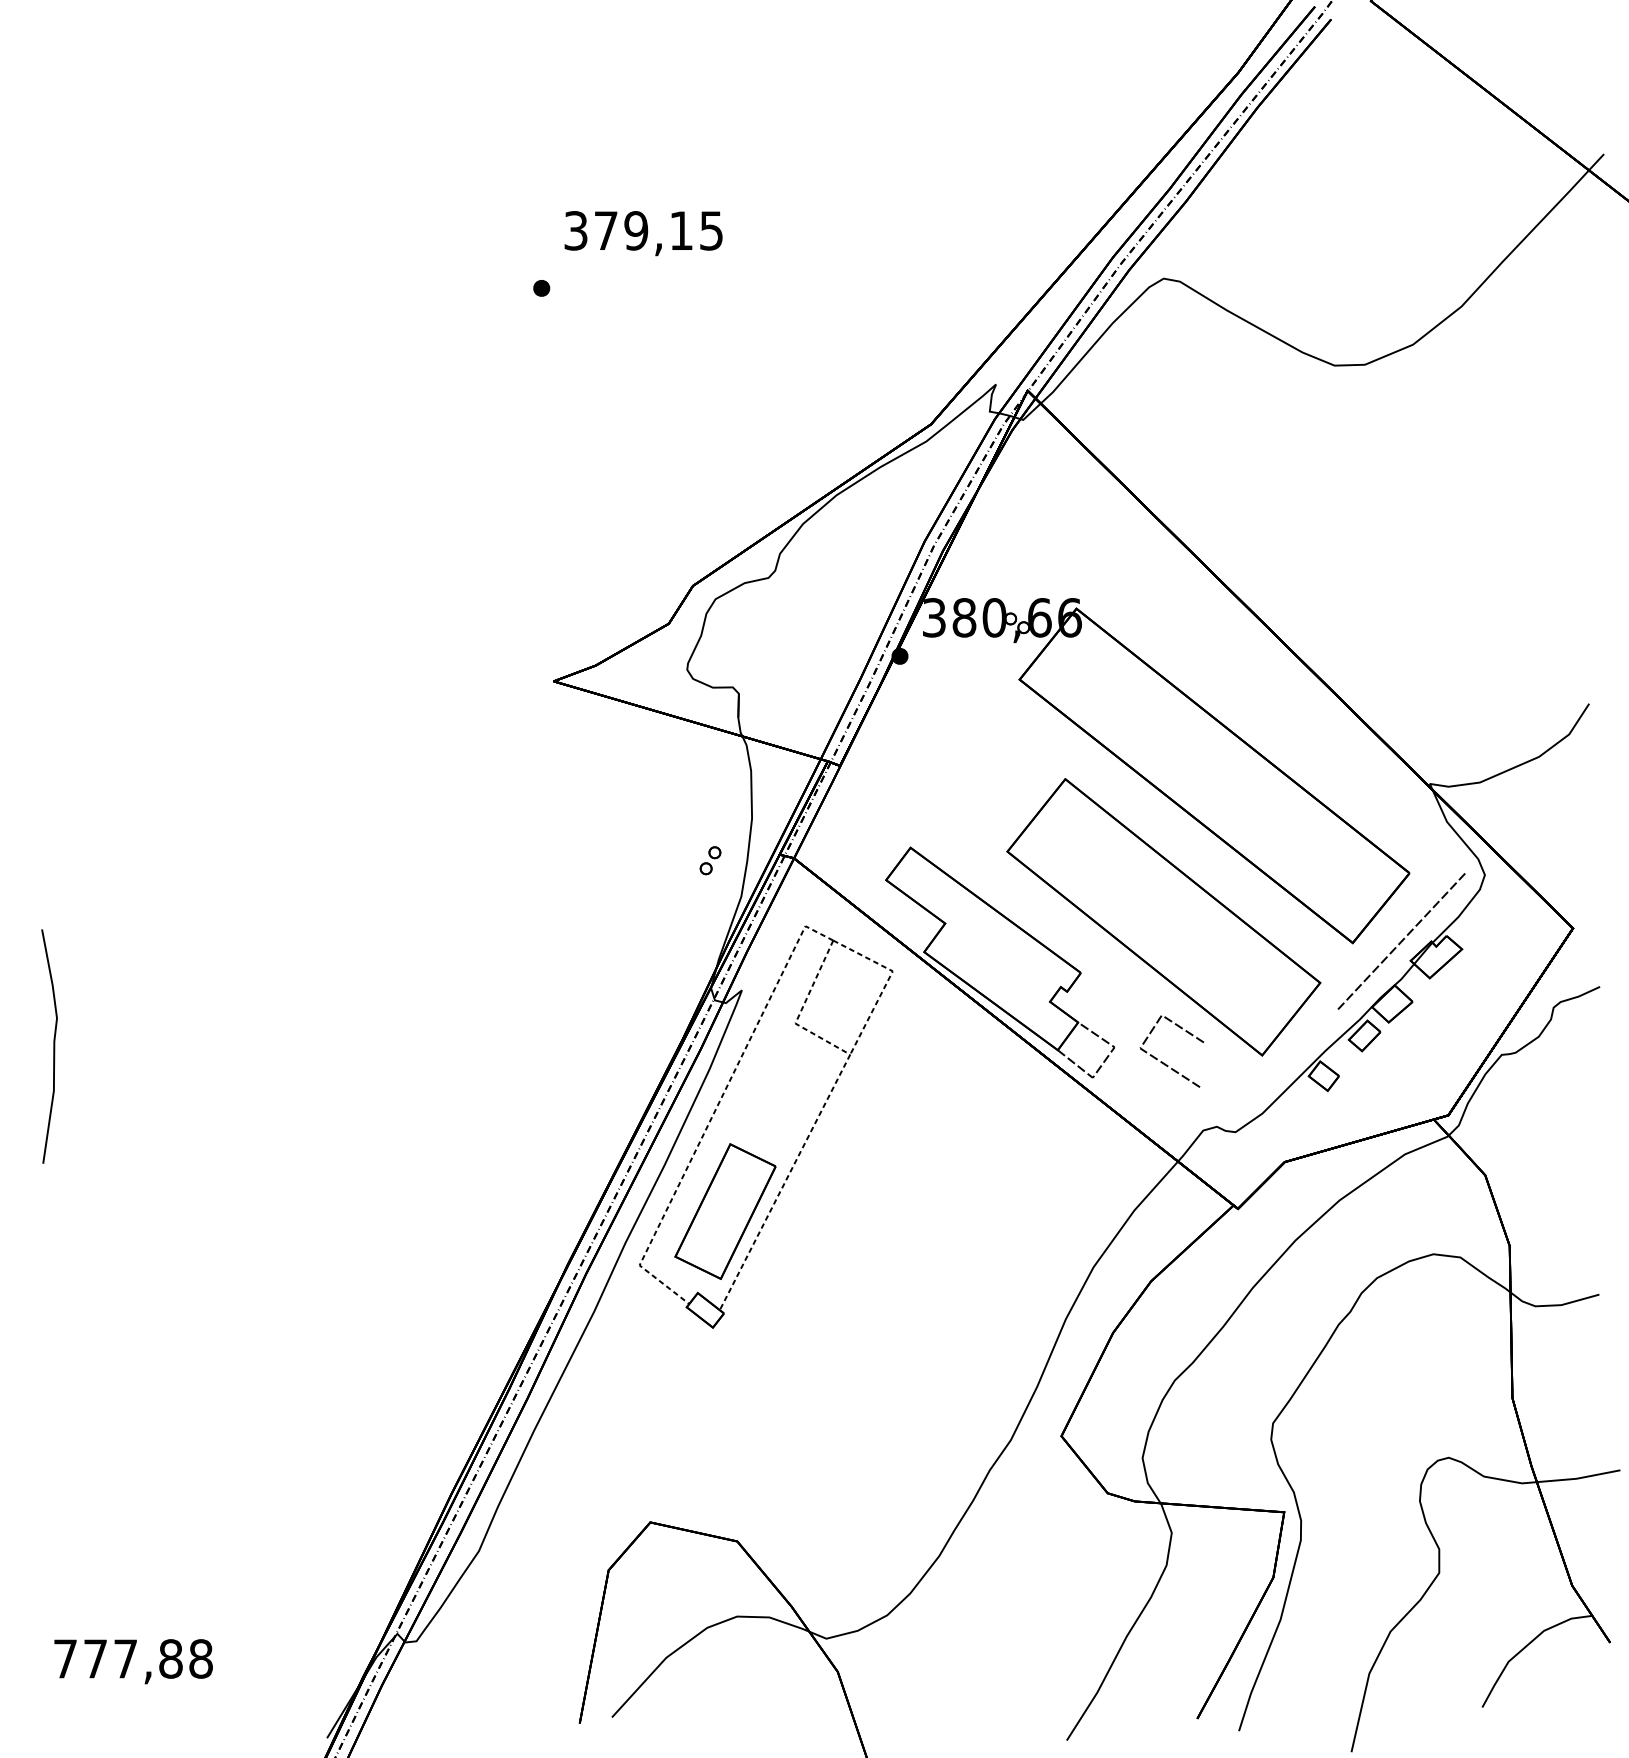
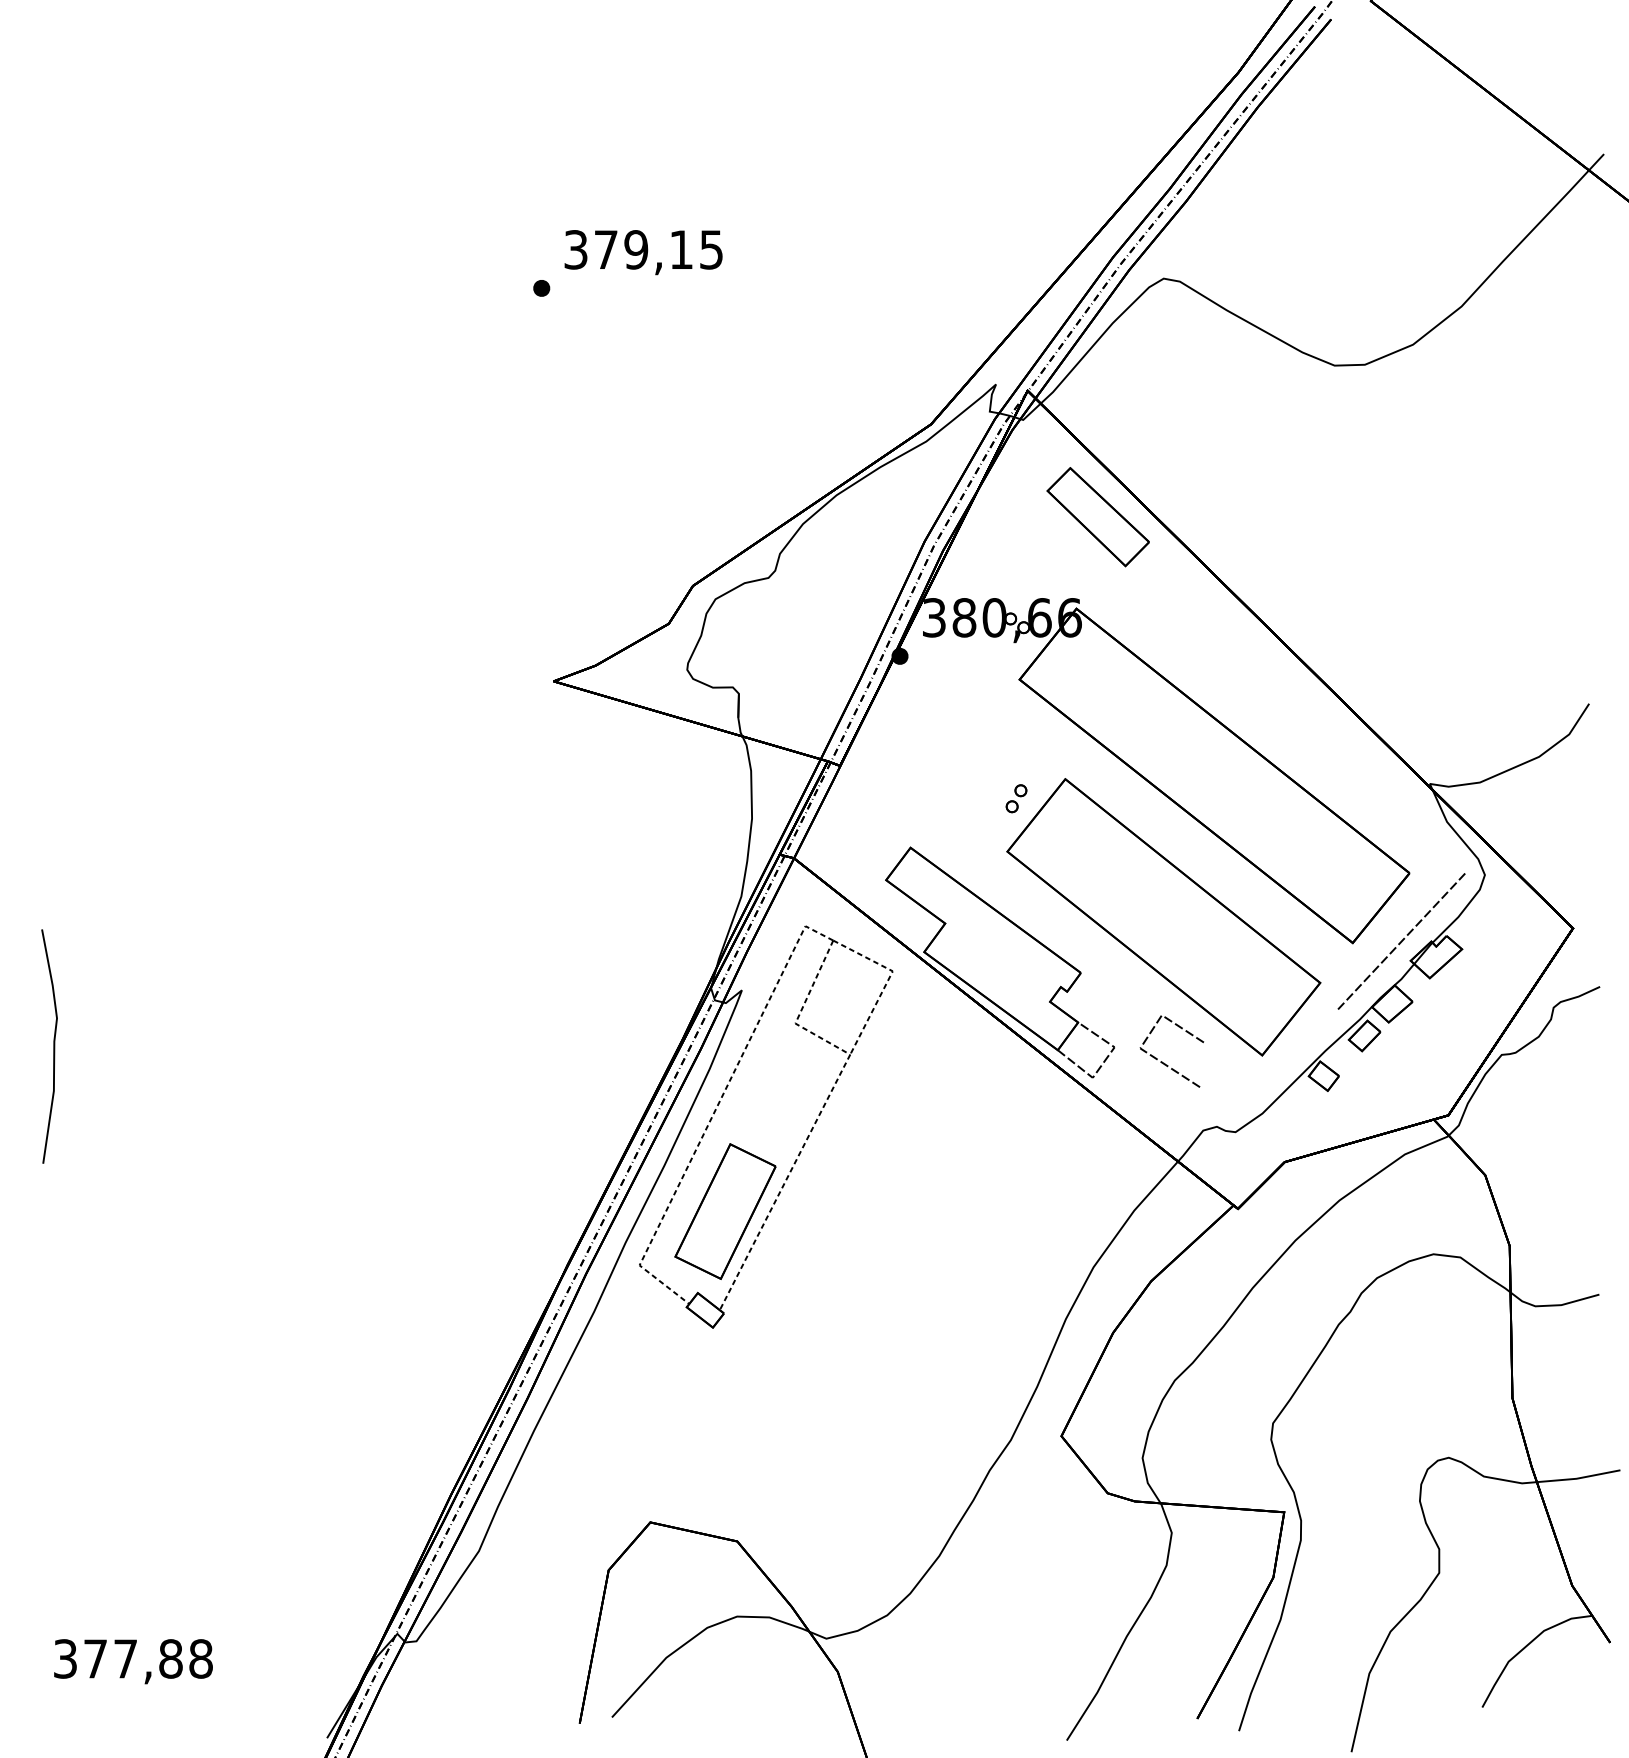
text at (643, 233) position: (643, 233) -> (643, 252)
part at (1097, 517): none -> present
part at (710, 860) position: (710, 860) -> (1016, 798)
text at (65, 1658): 777,88 -> 377,88
